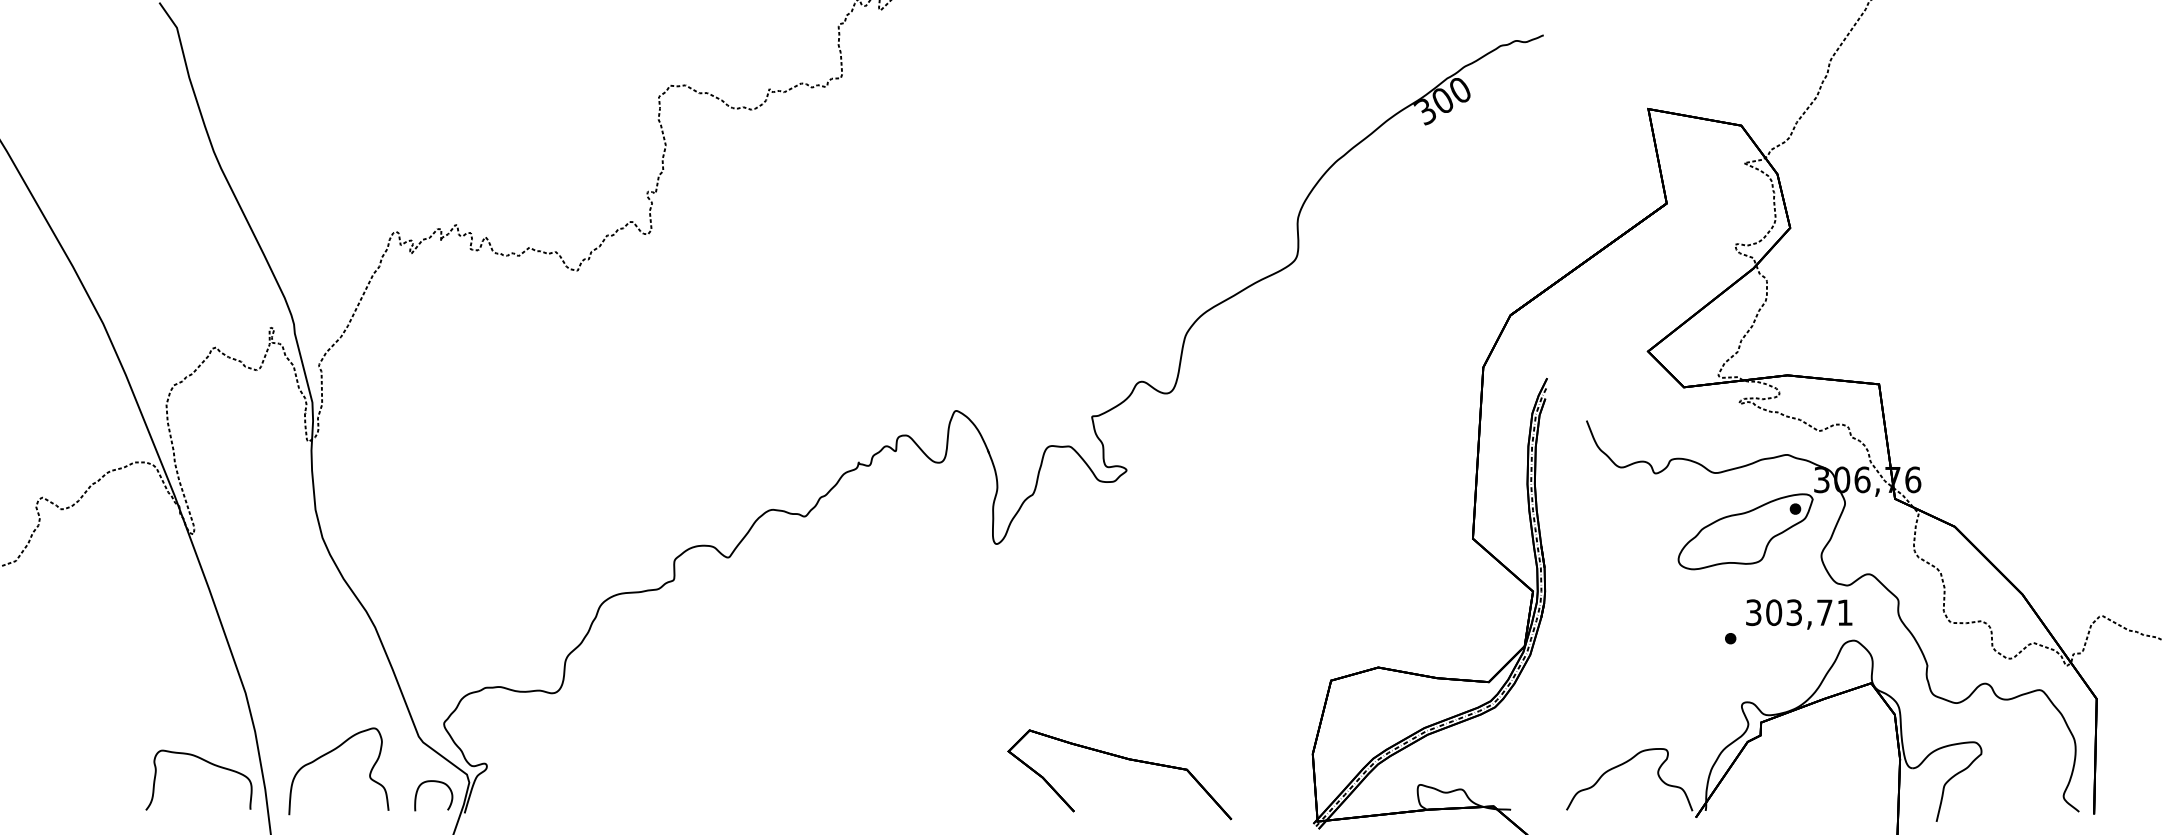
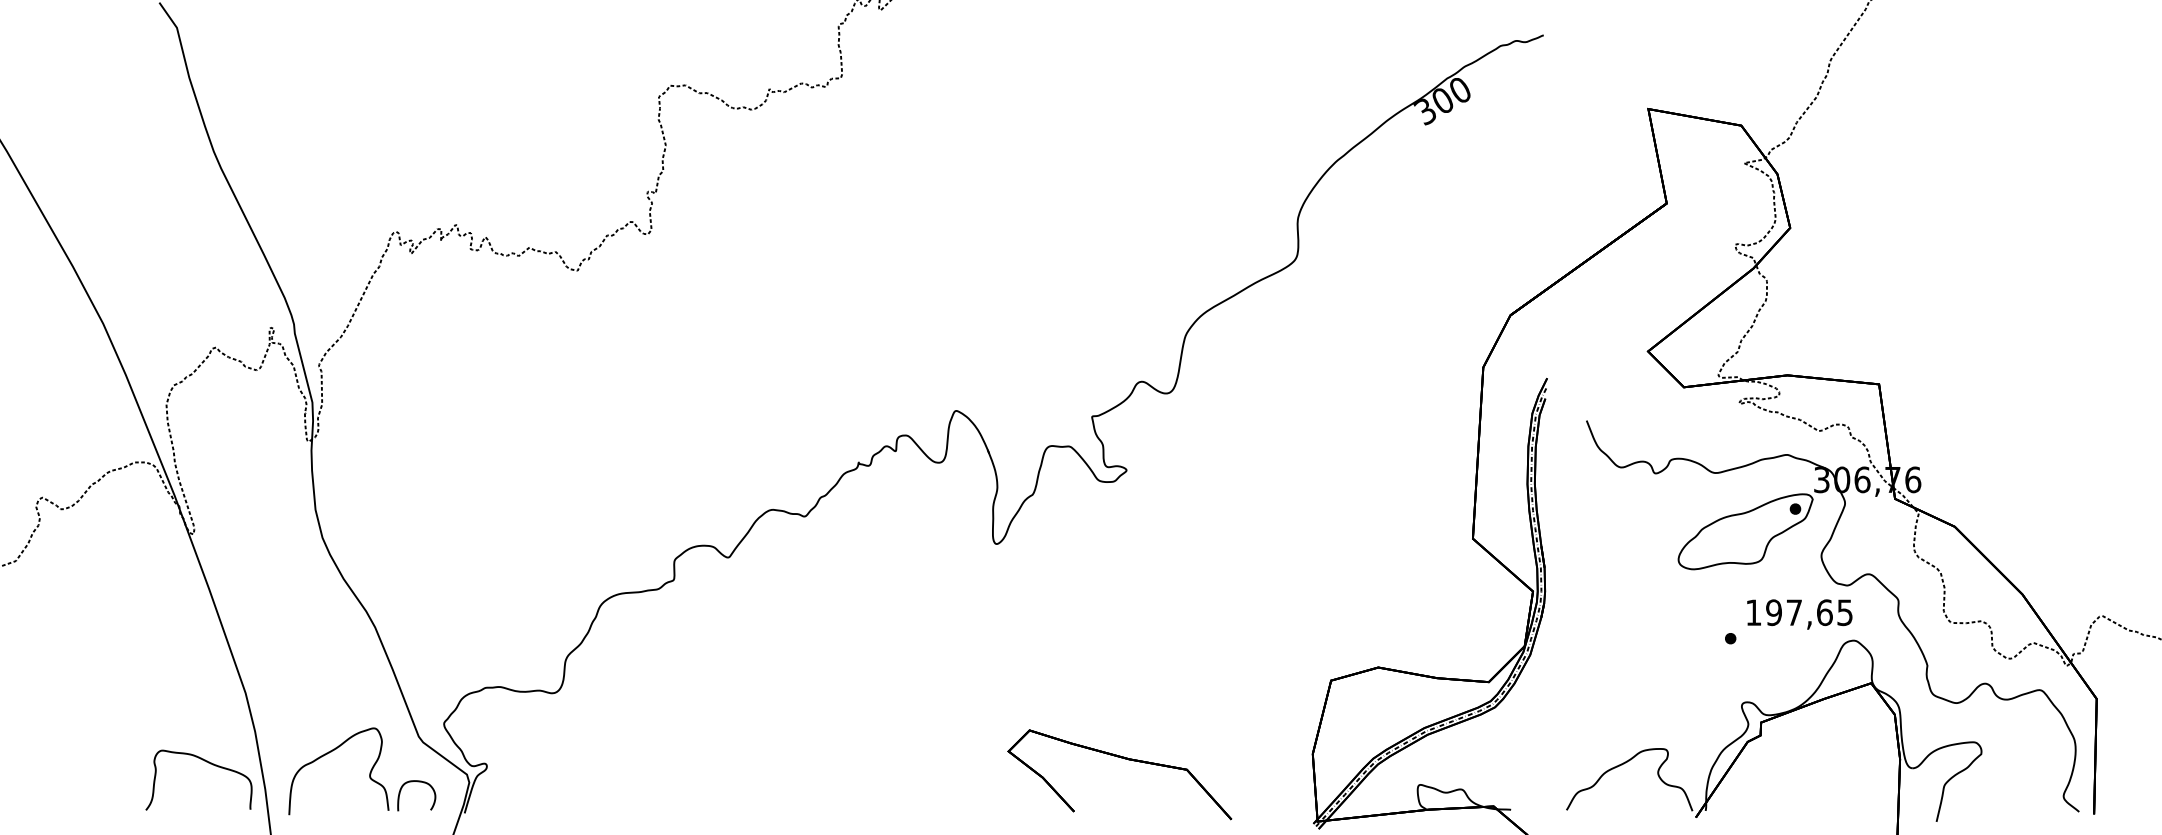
text at (1799, 612): 303,71 -> 197,65
curve at (434, 782) position: (434, 782) -> (417, 782)
